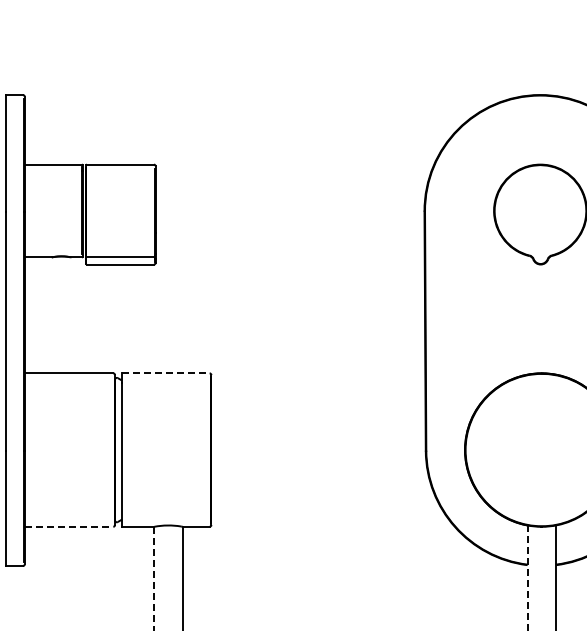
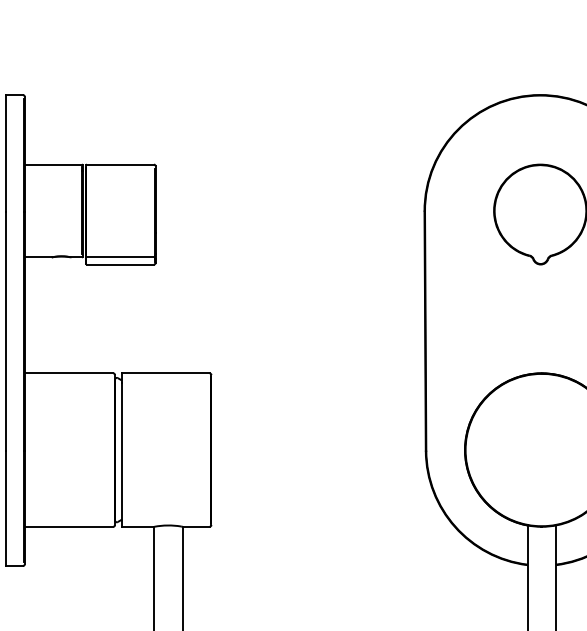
line at (165, 373): dashed -> solid
line at (69, 526): dashed -> solid
line at (154, 578): dashed -> solid
line at (527, 578): dashed -> solid
